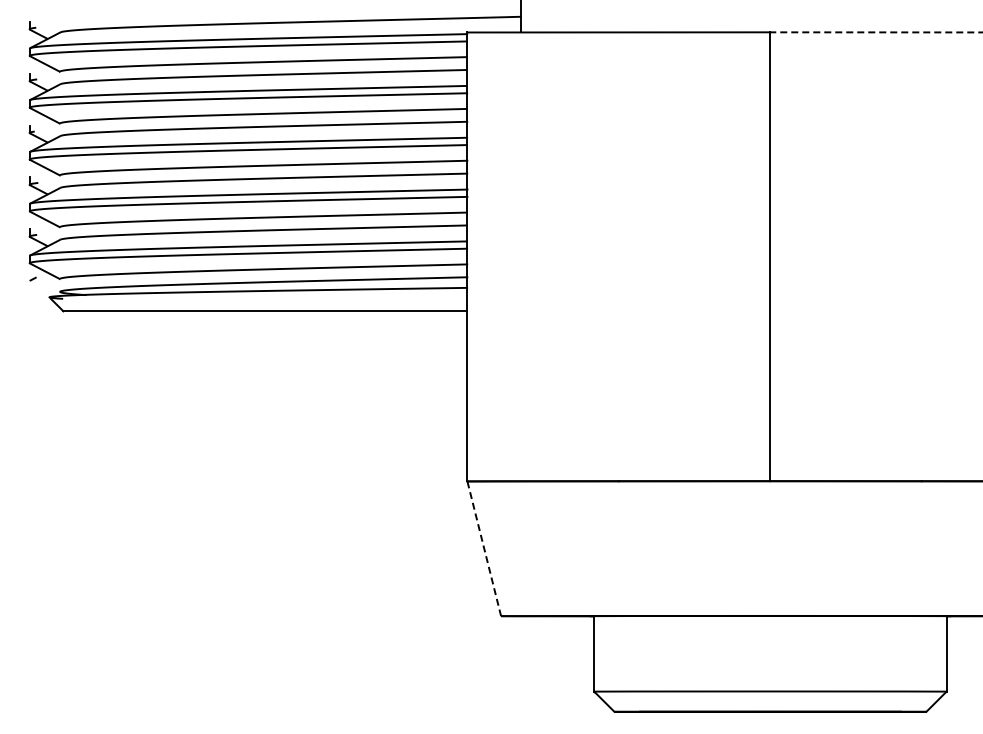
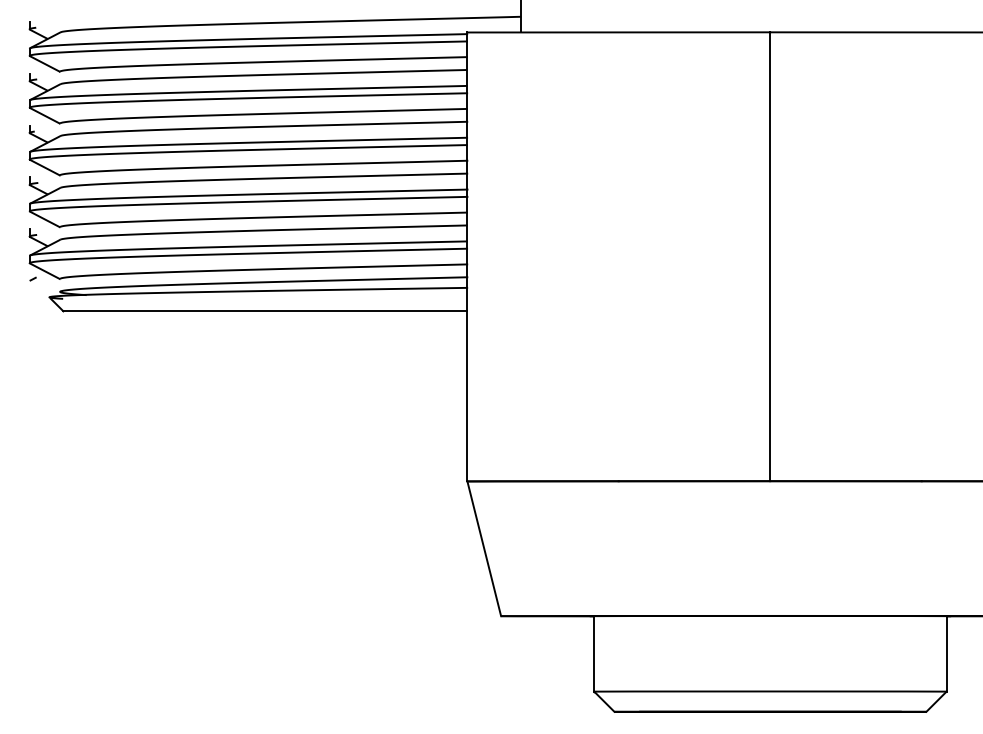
line at (875, 32): dashed -> solid
line at (484, 549): dashed -> solid
